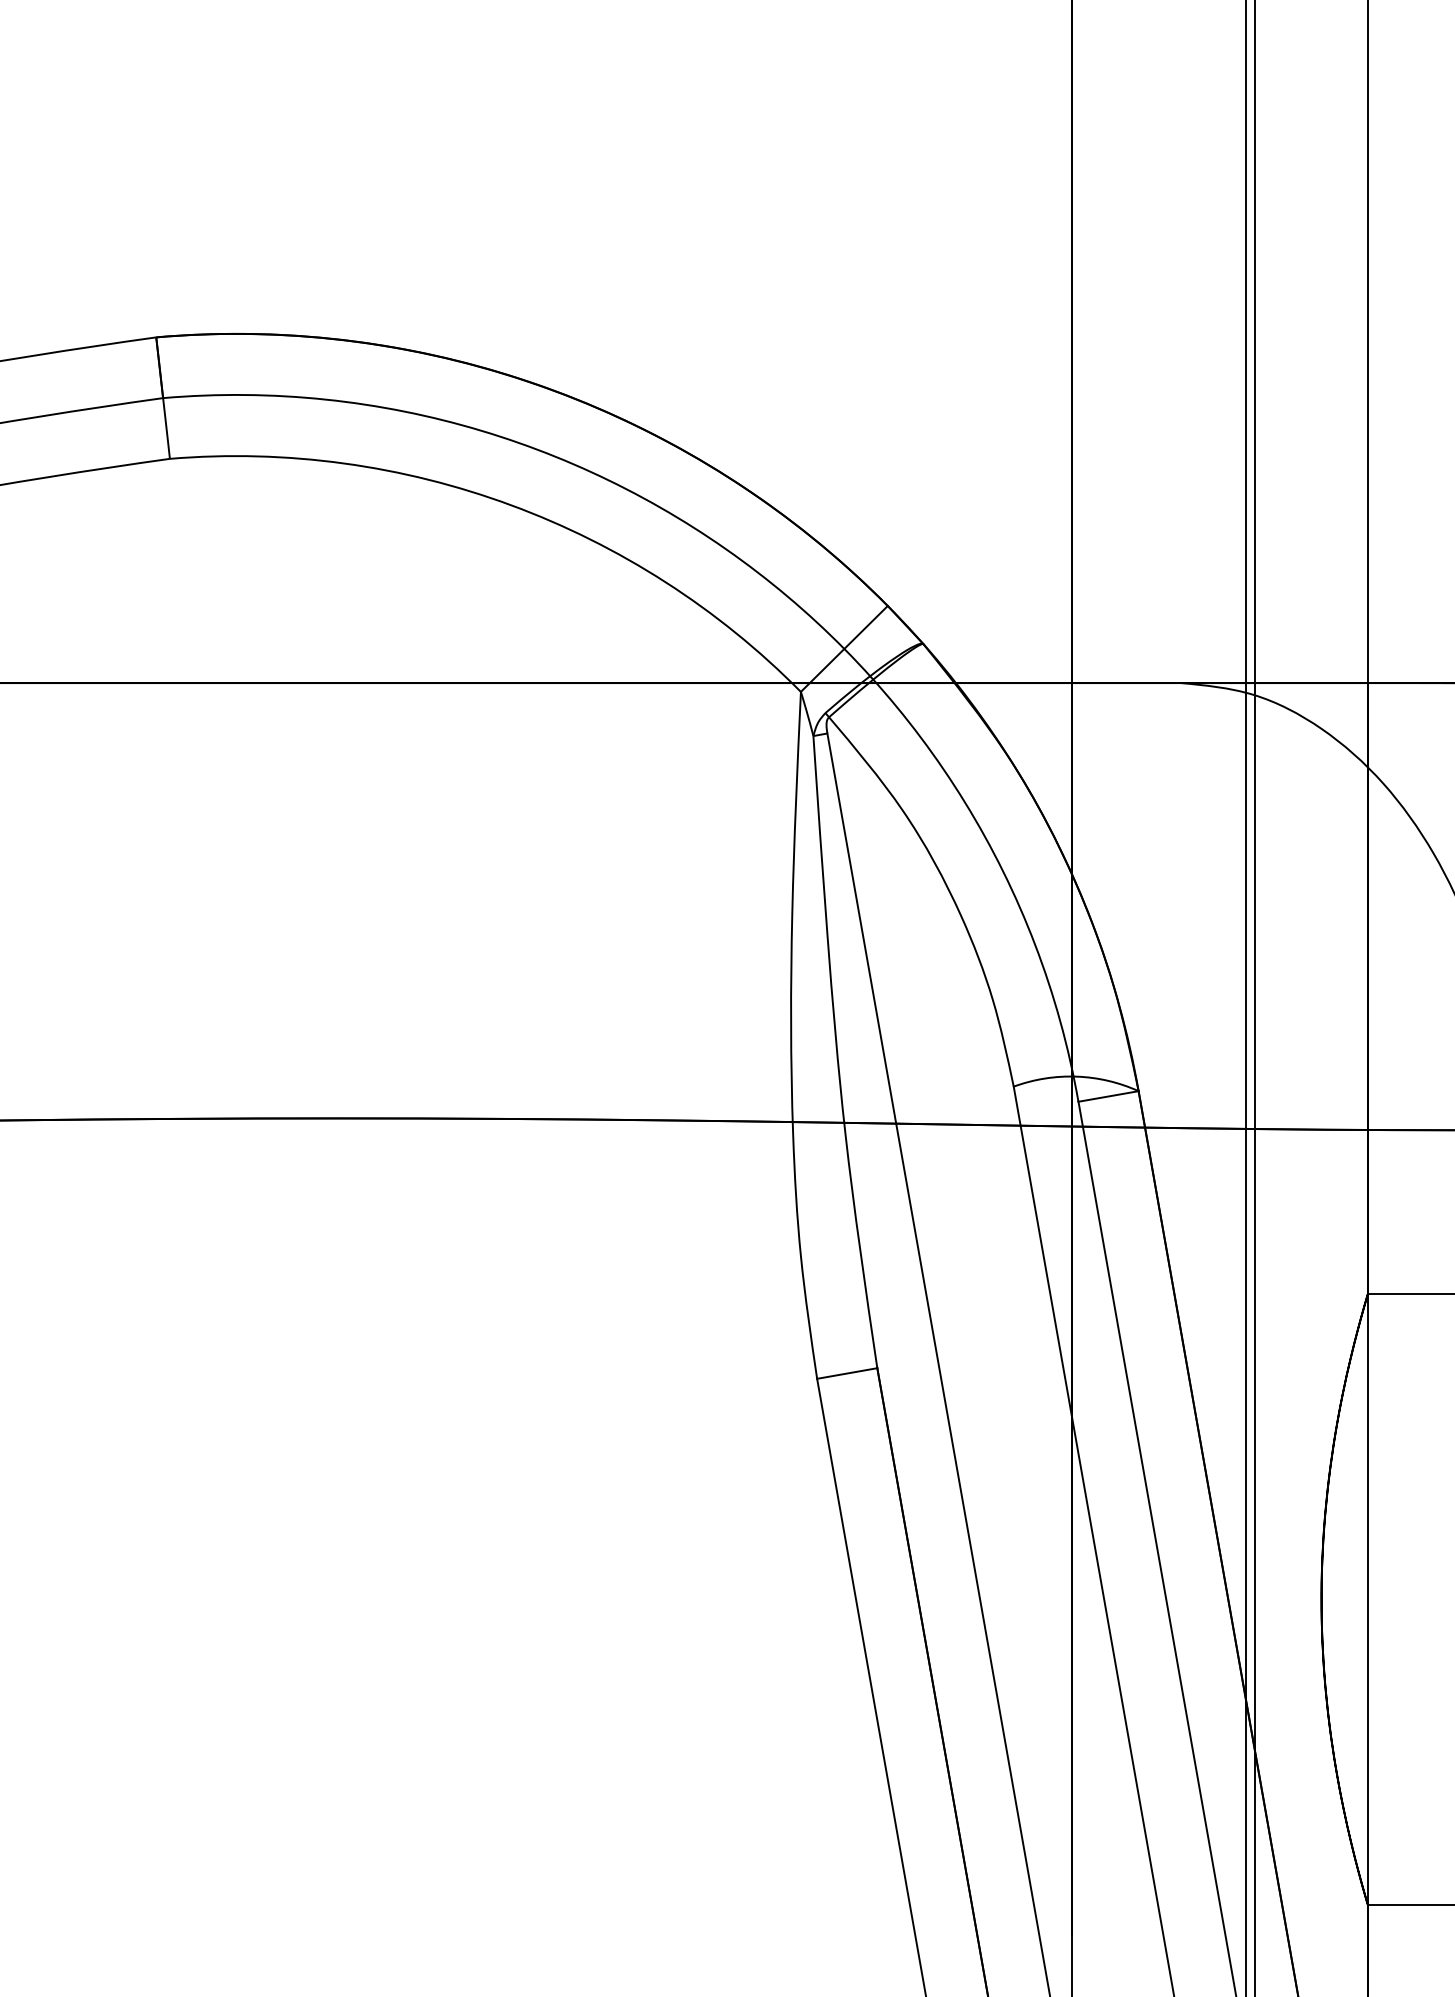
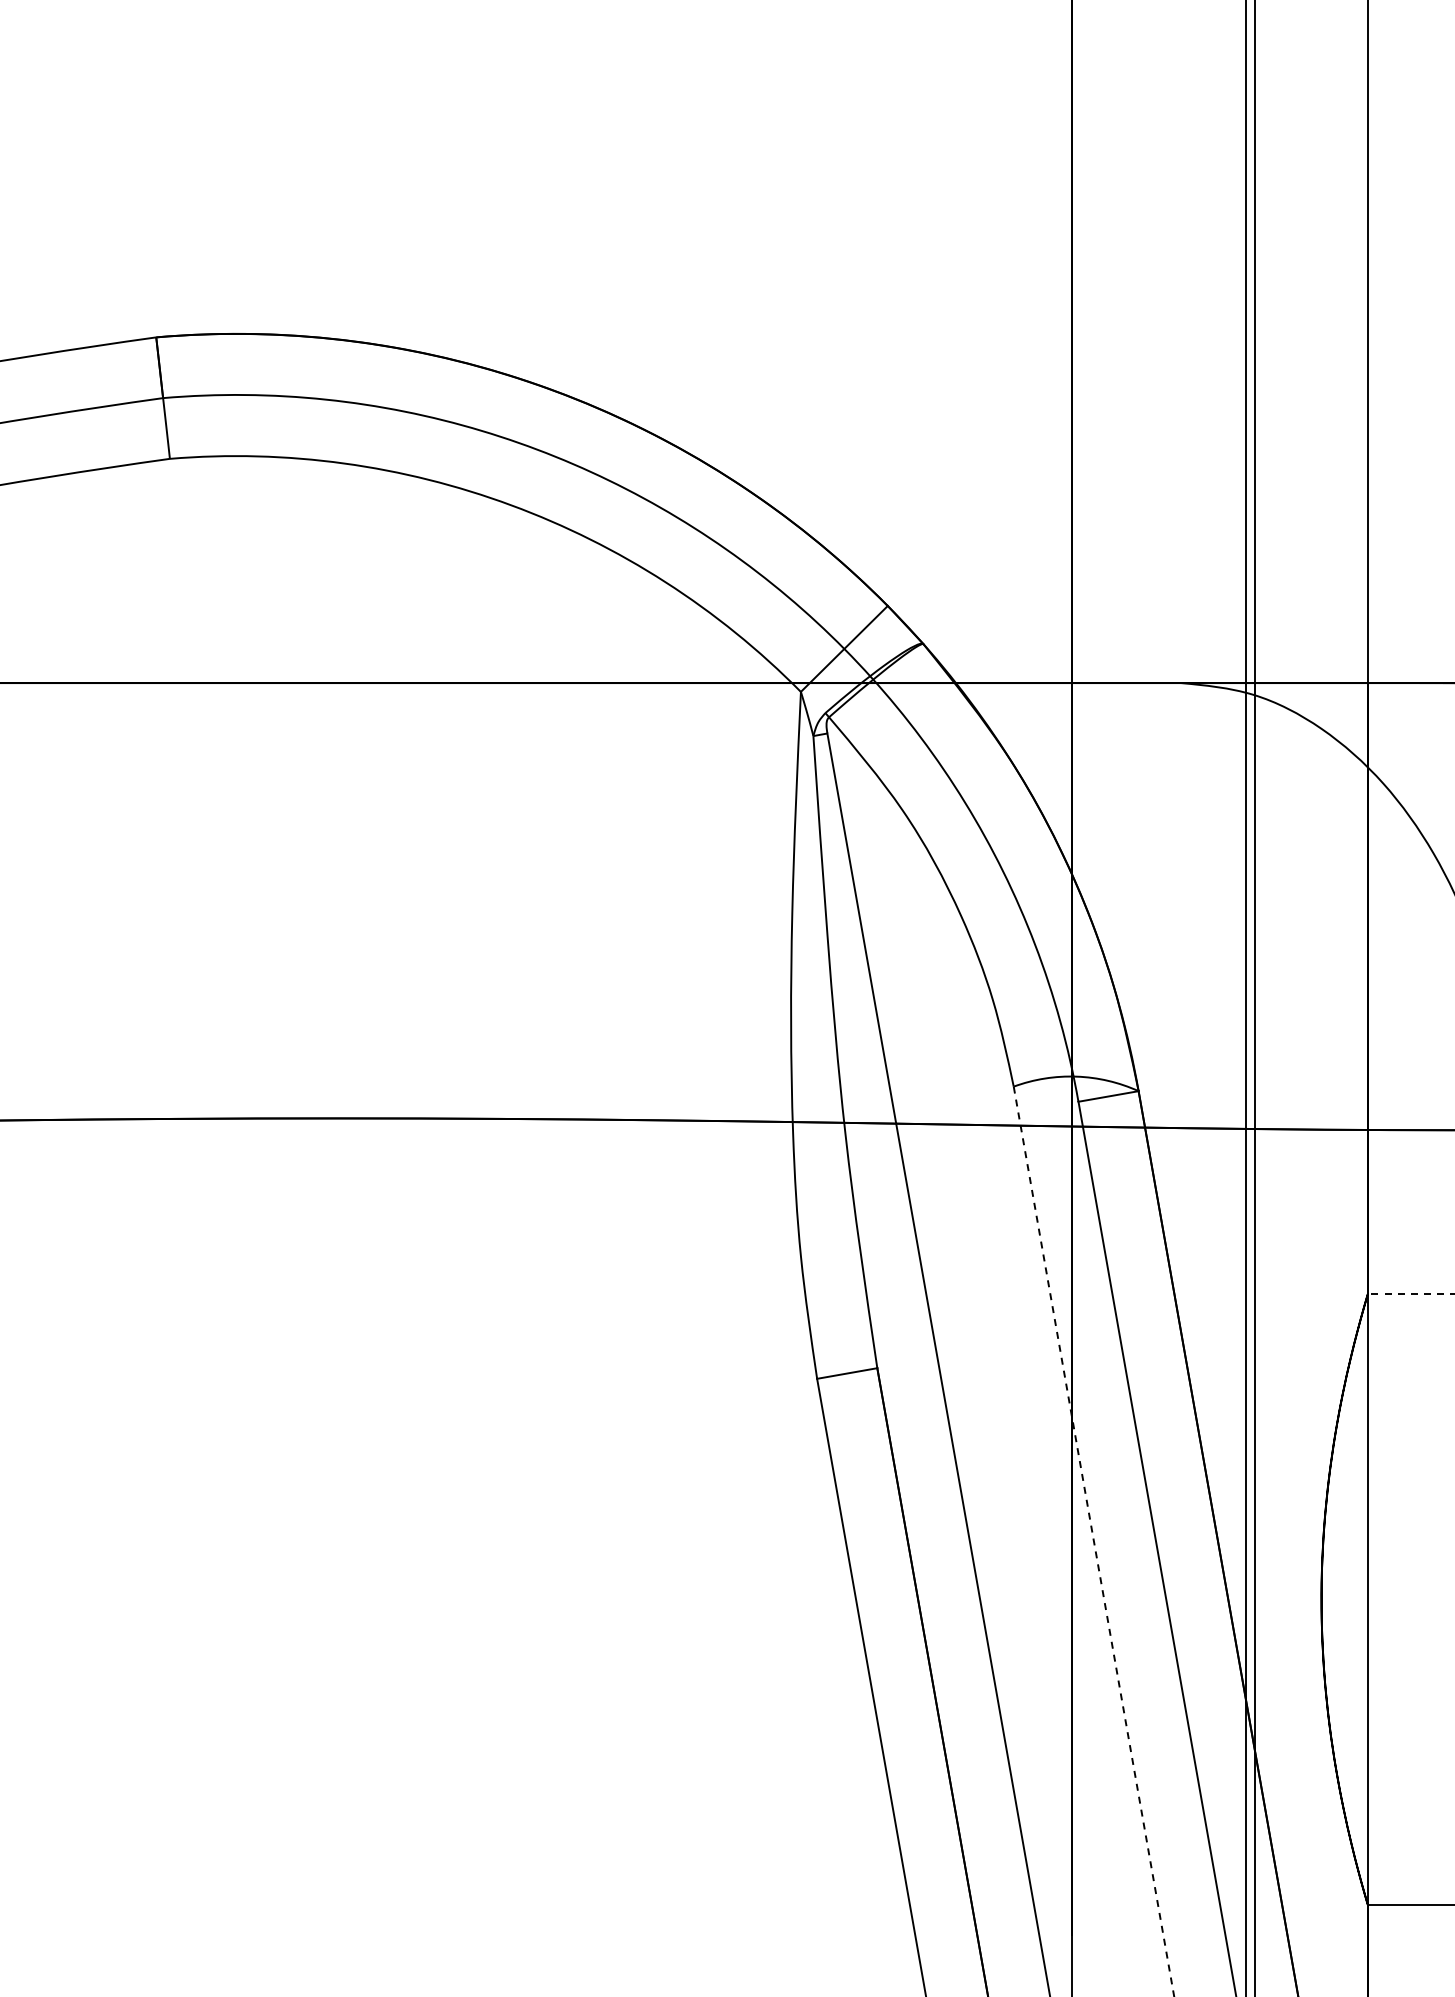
line at (1410, 1294): solid -> dashed
line at (1093, 1541): solid -> dashed
